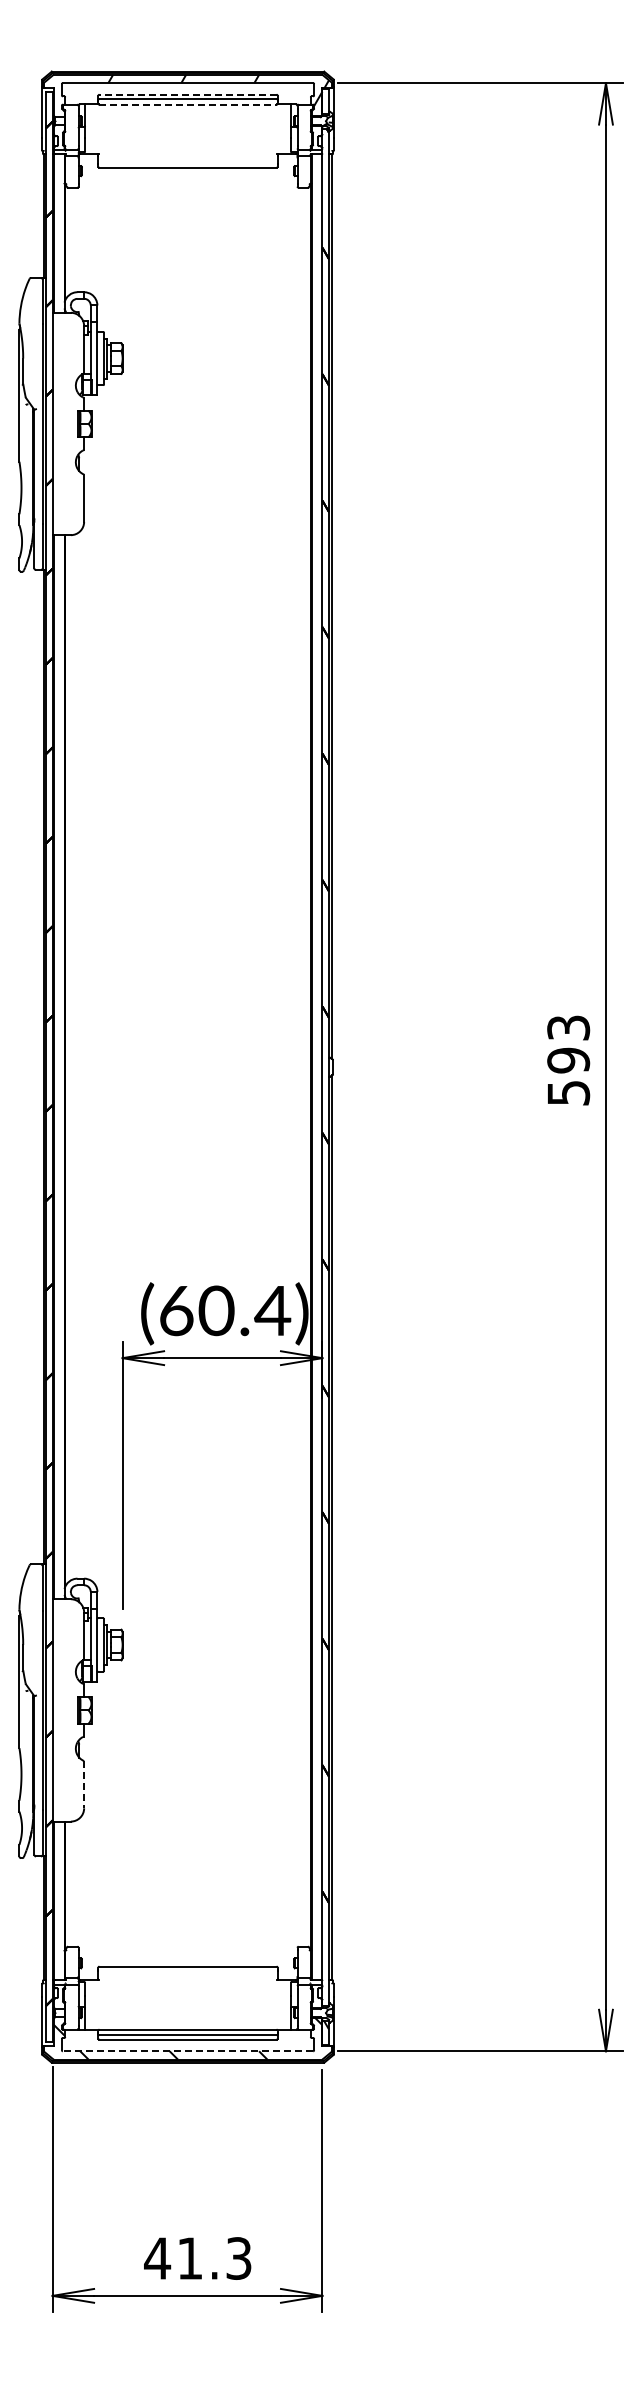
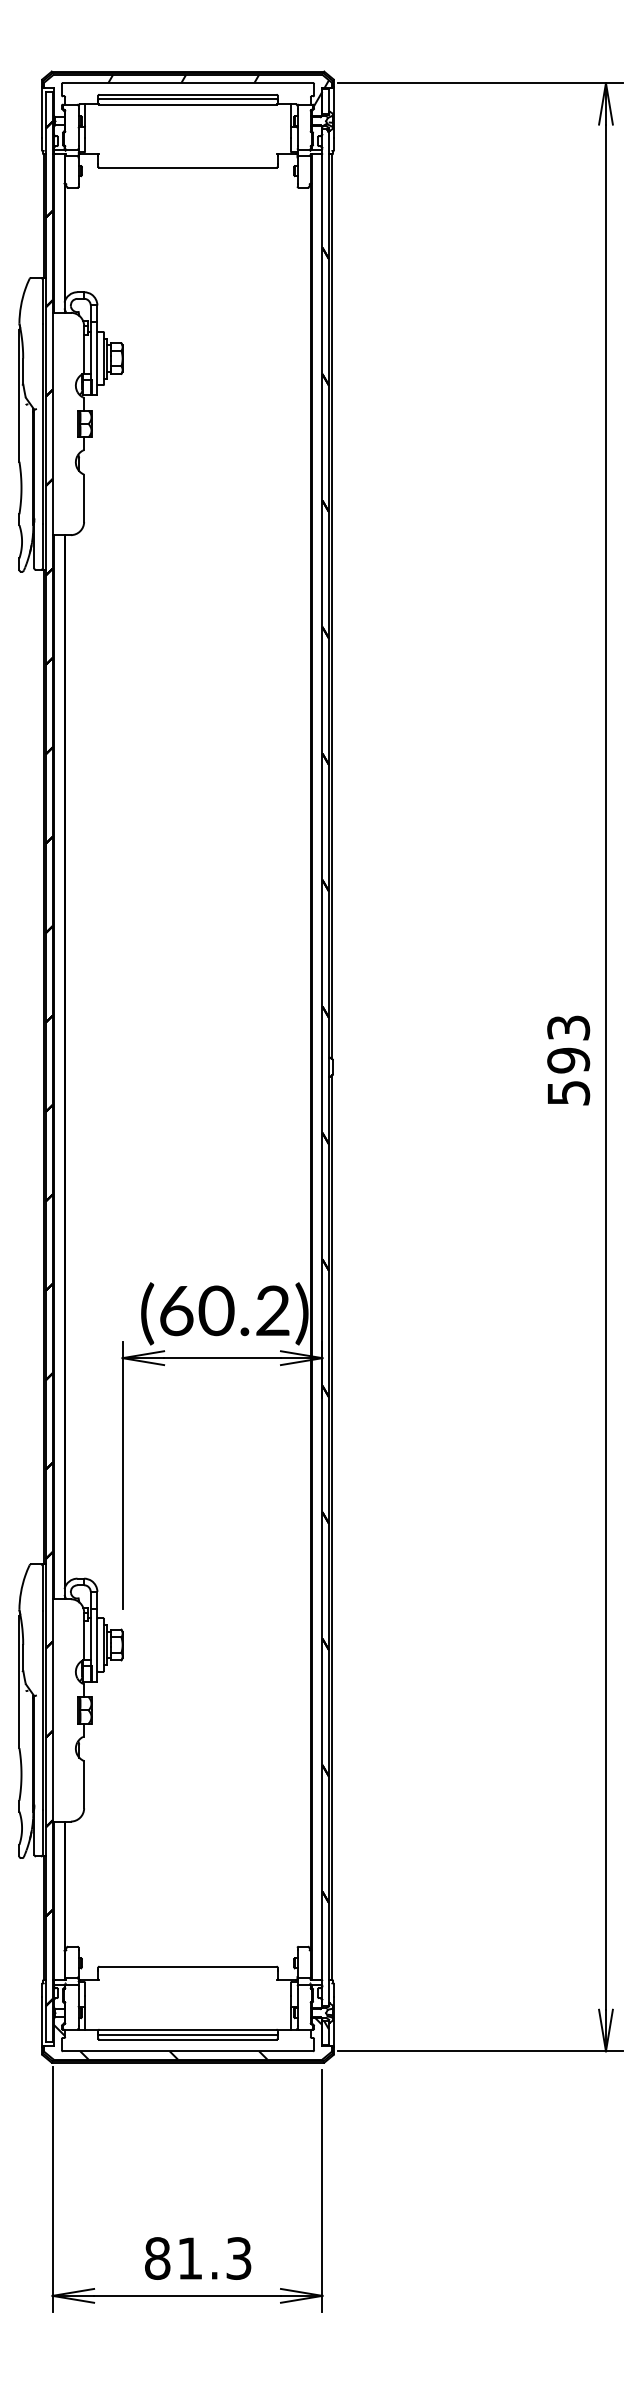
line at (188, 94): dashed -> solid
line at (188, 104): dashed -> solid
text at (272, 1310): (60.4) -> (60.2)
line at (84, 1784): dashed -> solid
line at (187, 2051): dashed -> solid
text at (157, 2258): 41.3 -> 81.3
